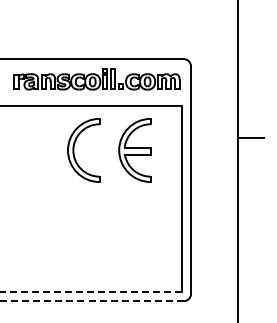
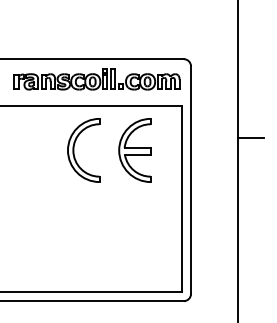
line at (91, 292): dashed -> solid
line at (91, 301): dashed -> solid
